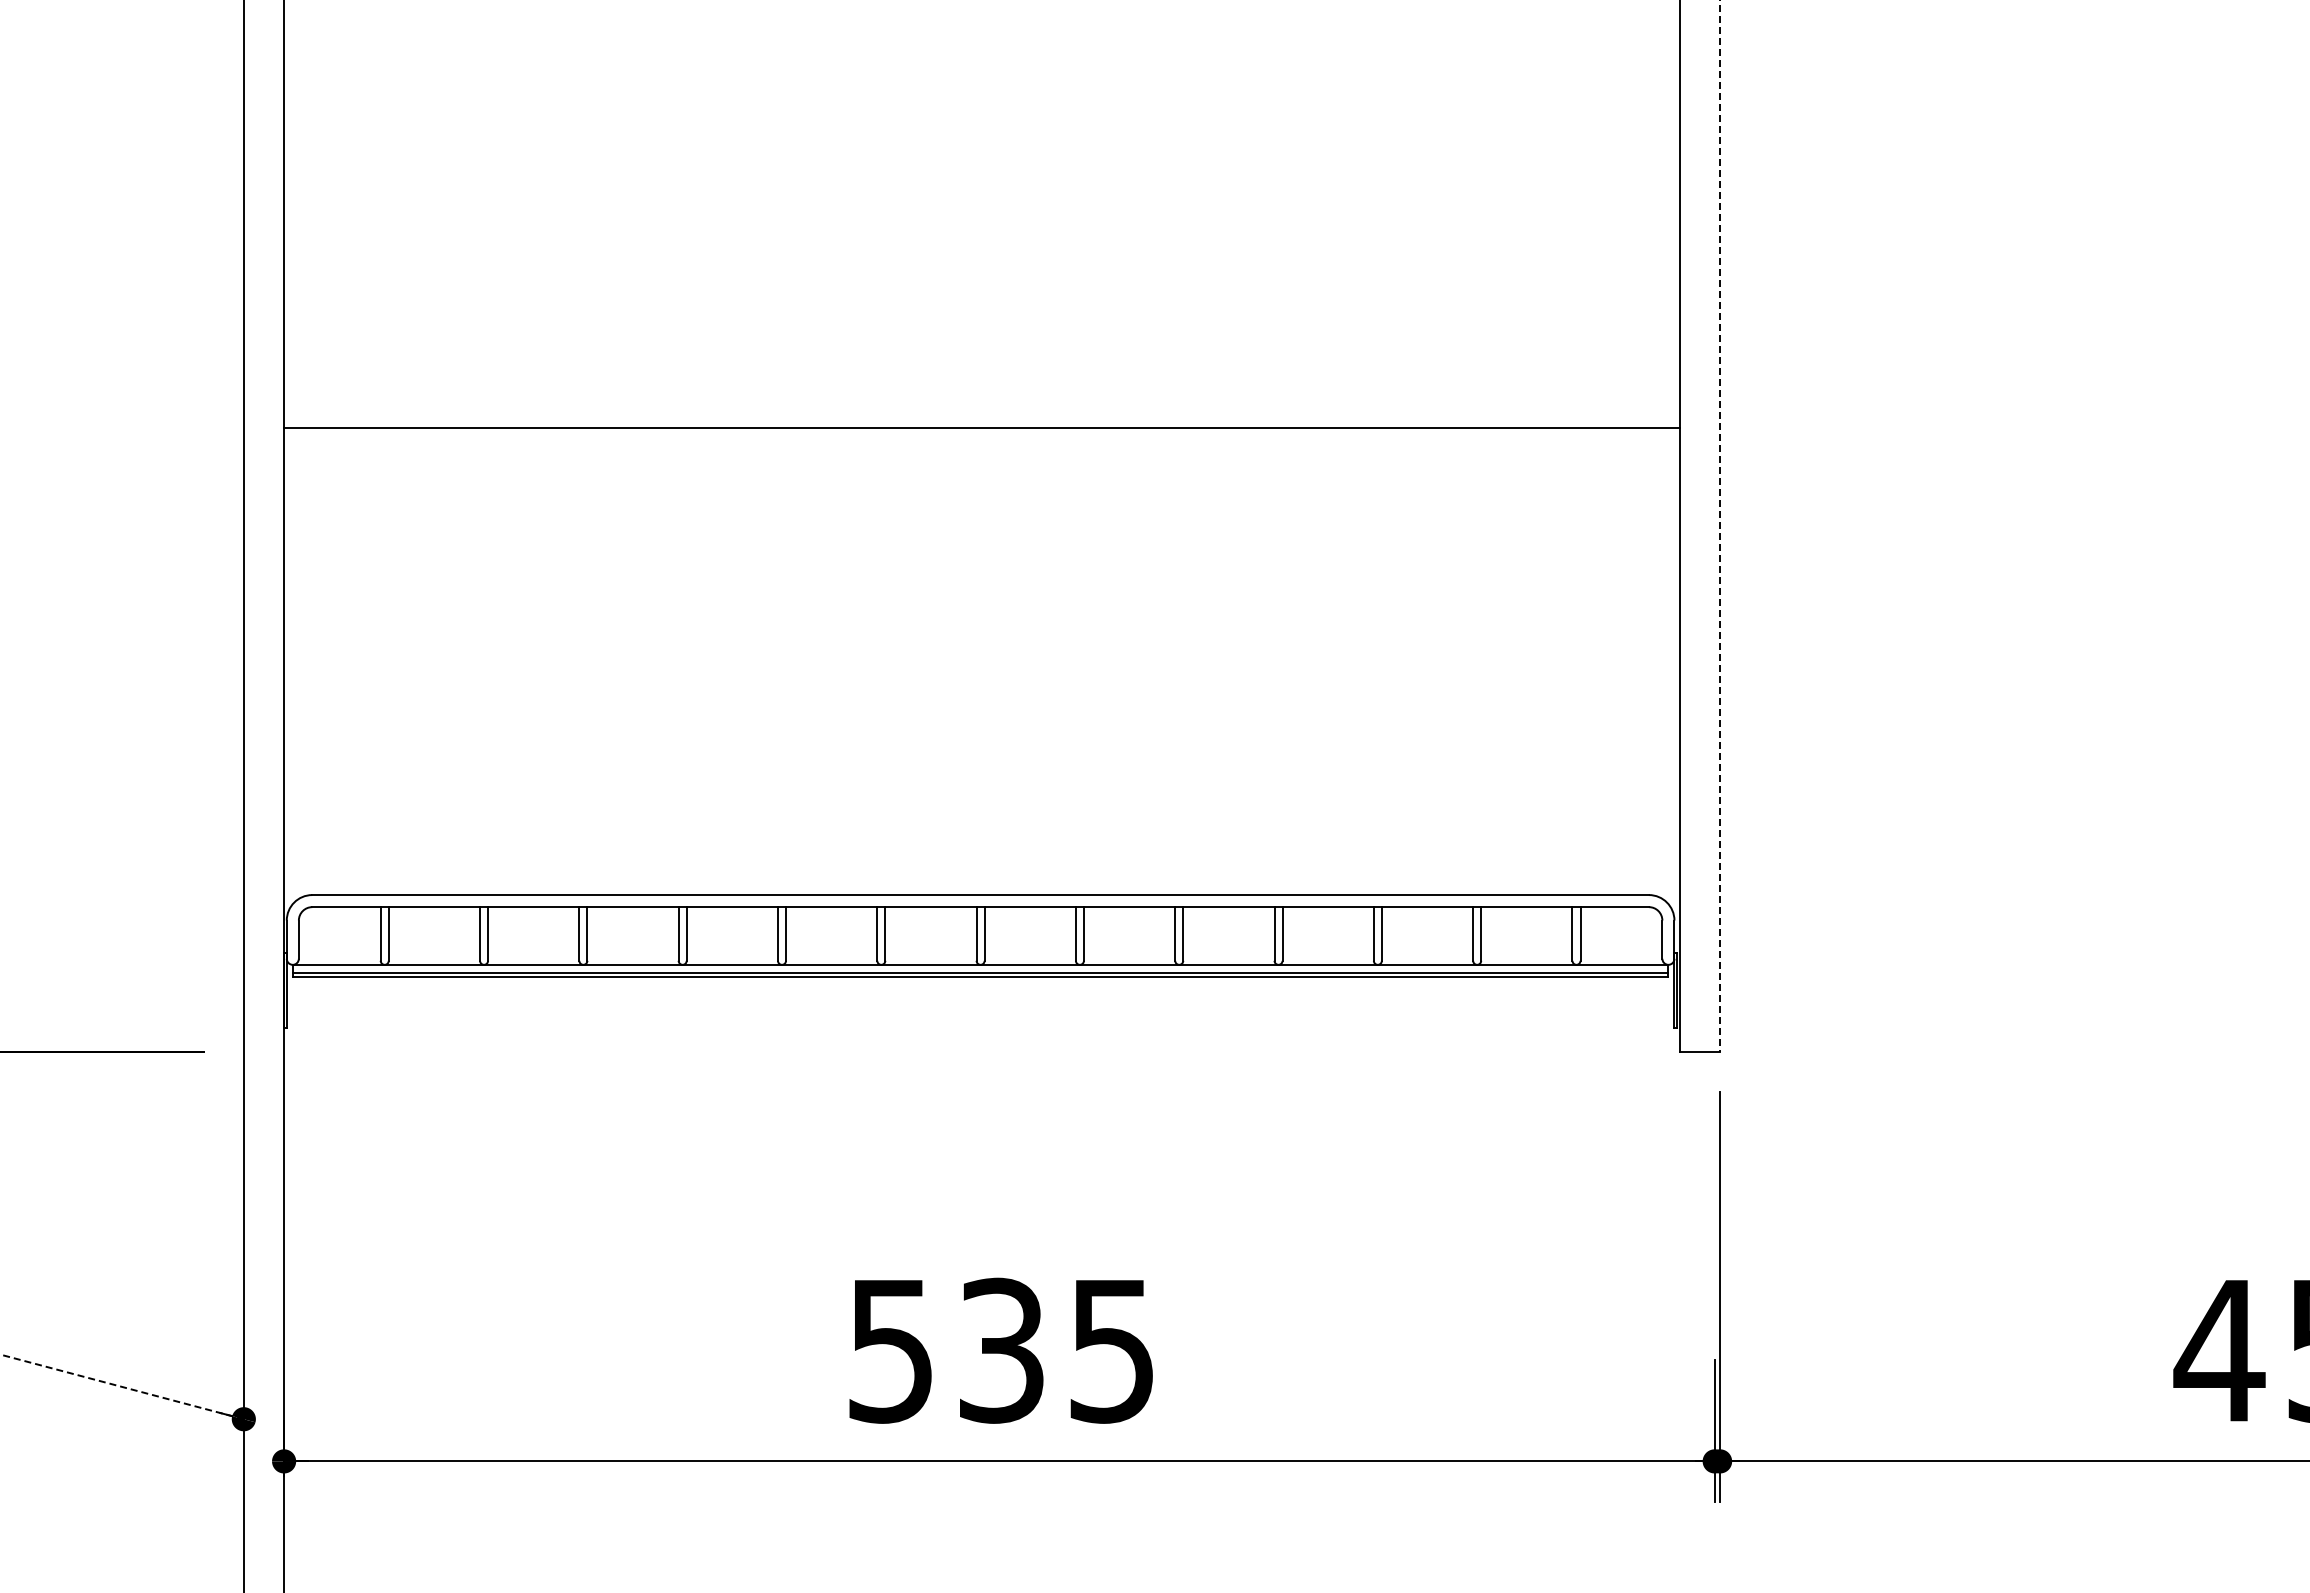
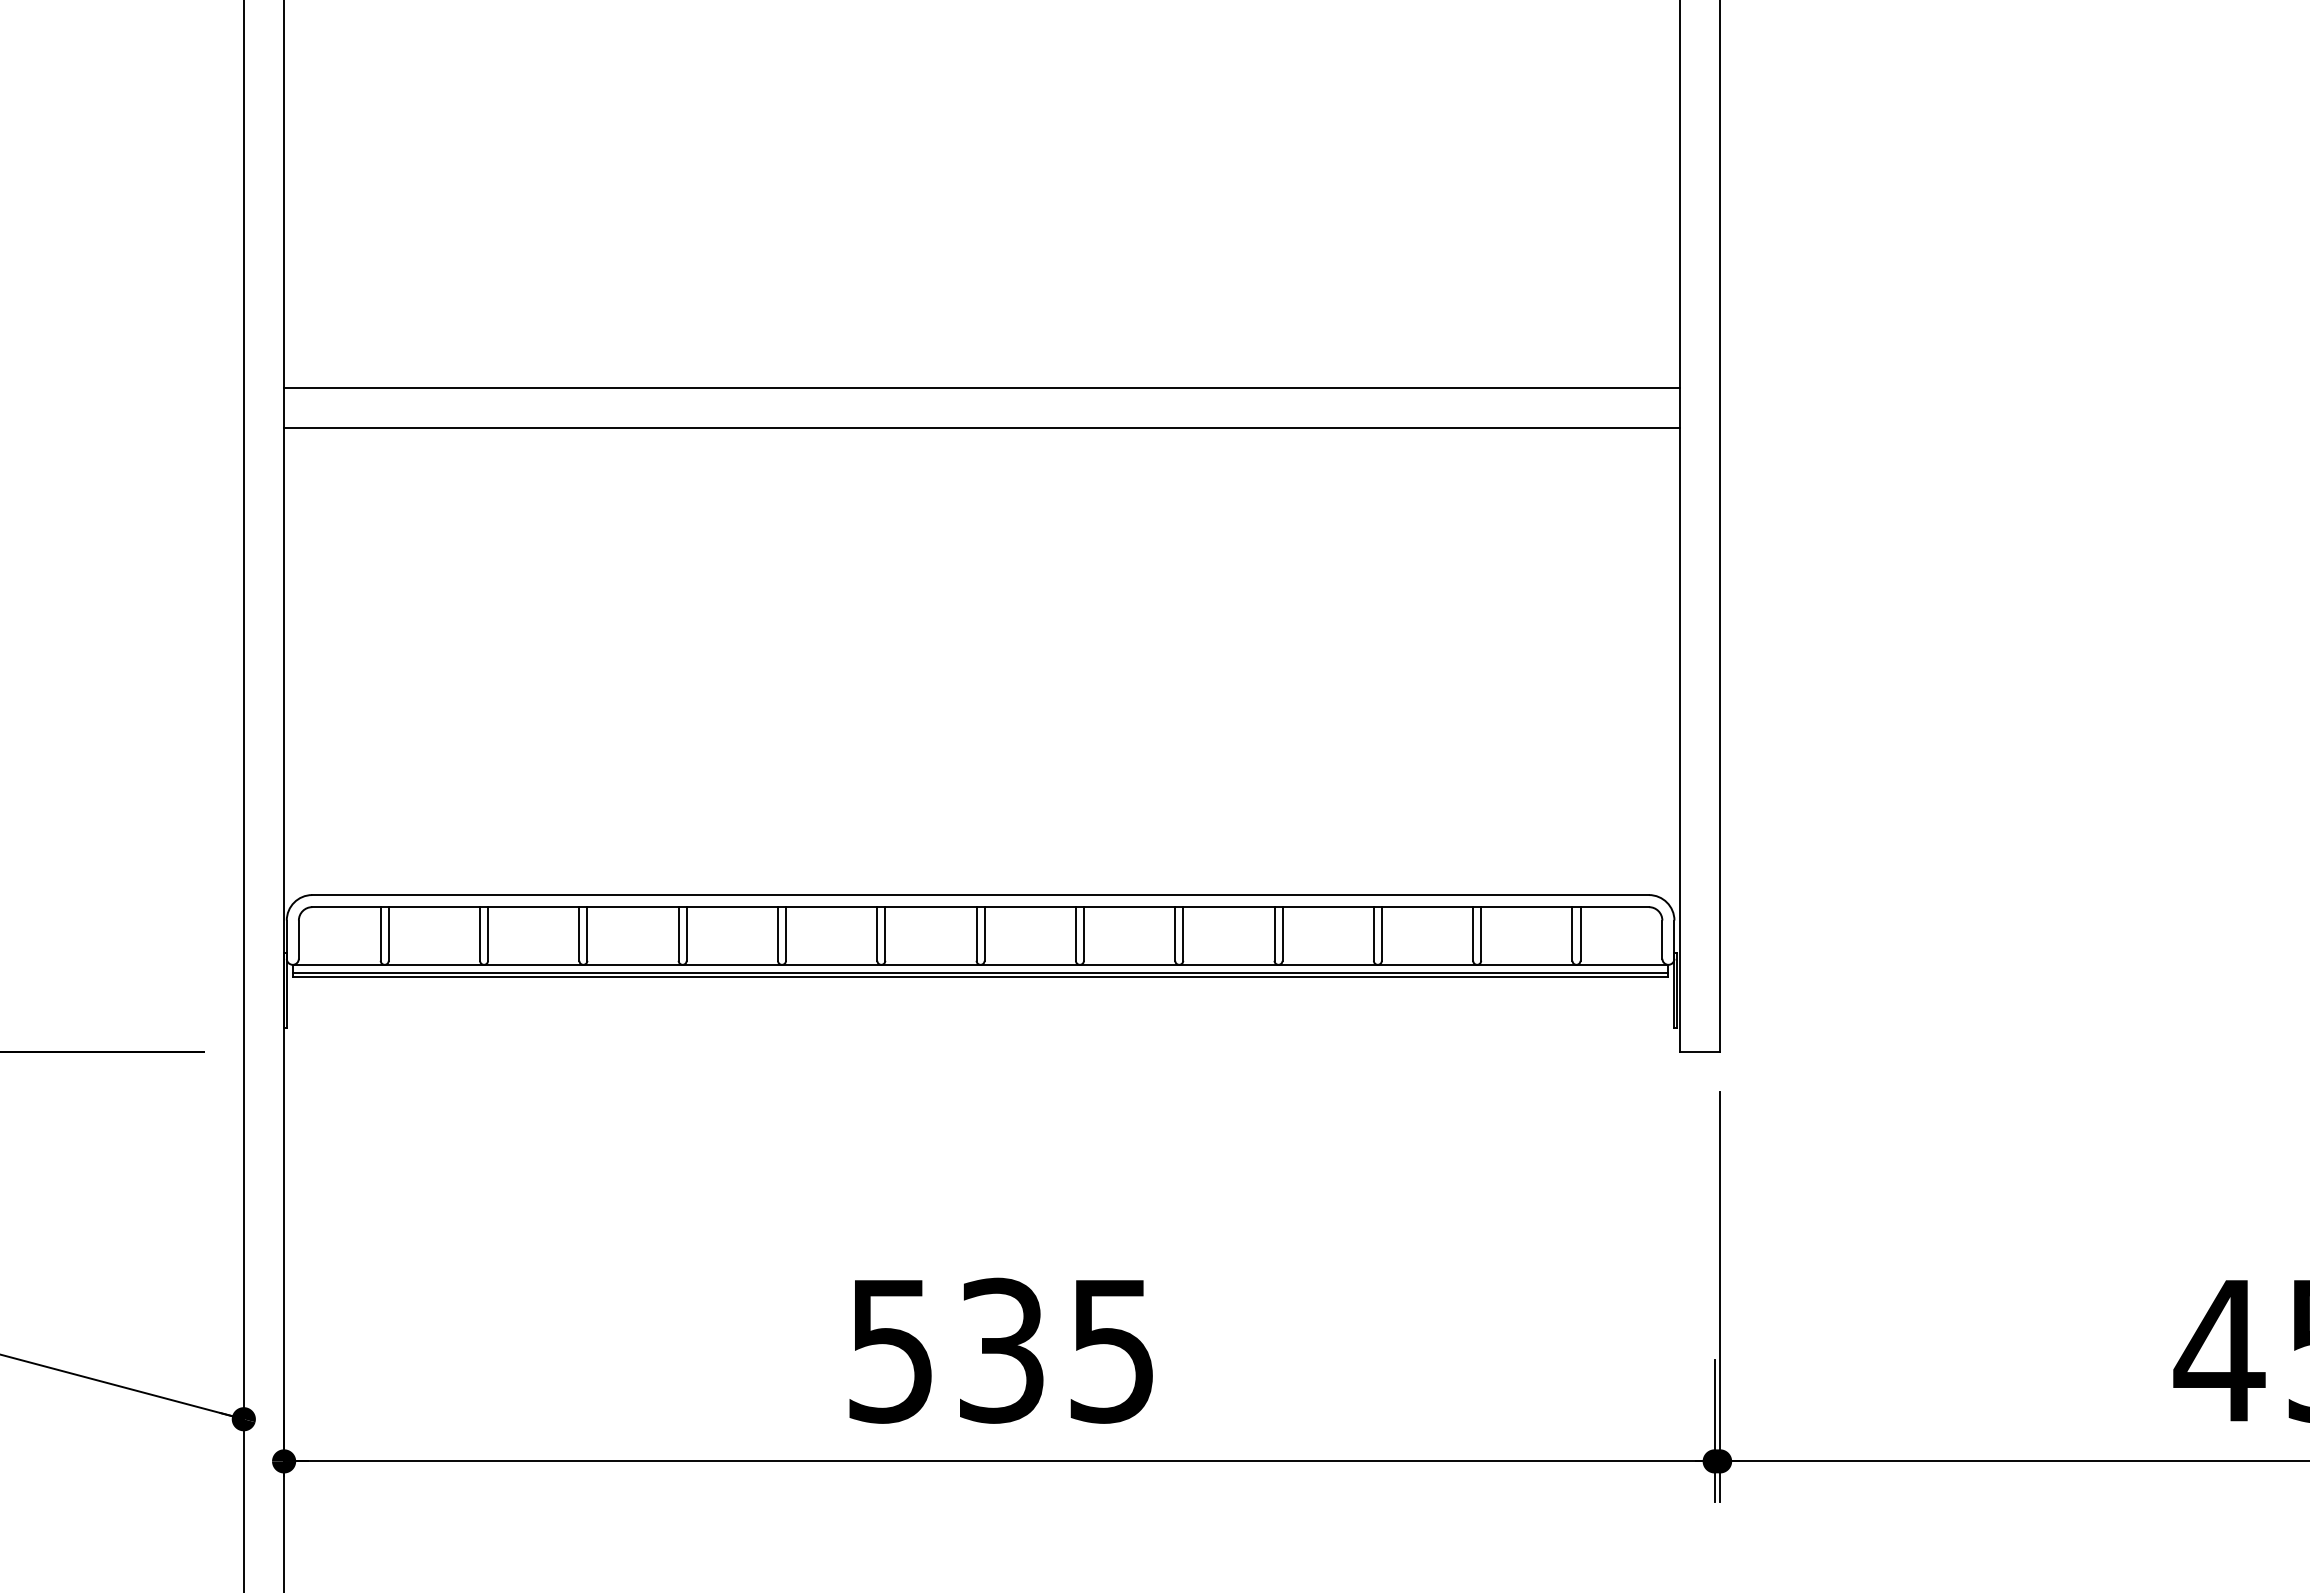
line at (981, 387): none -> present
line at (1720, 526): dashed -> solid
line at (122, 1386): dashed -> solid
